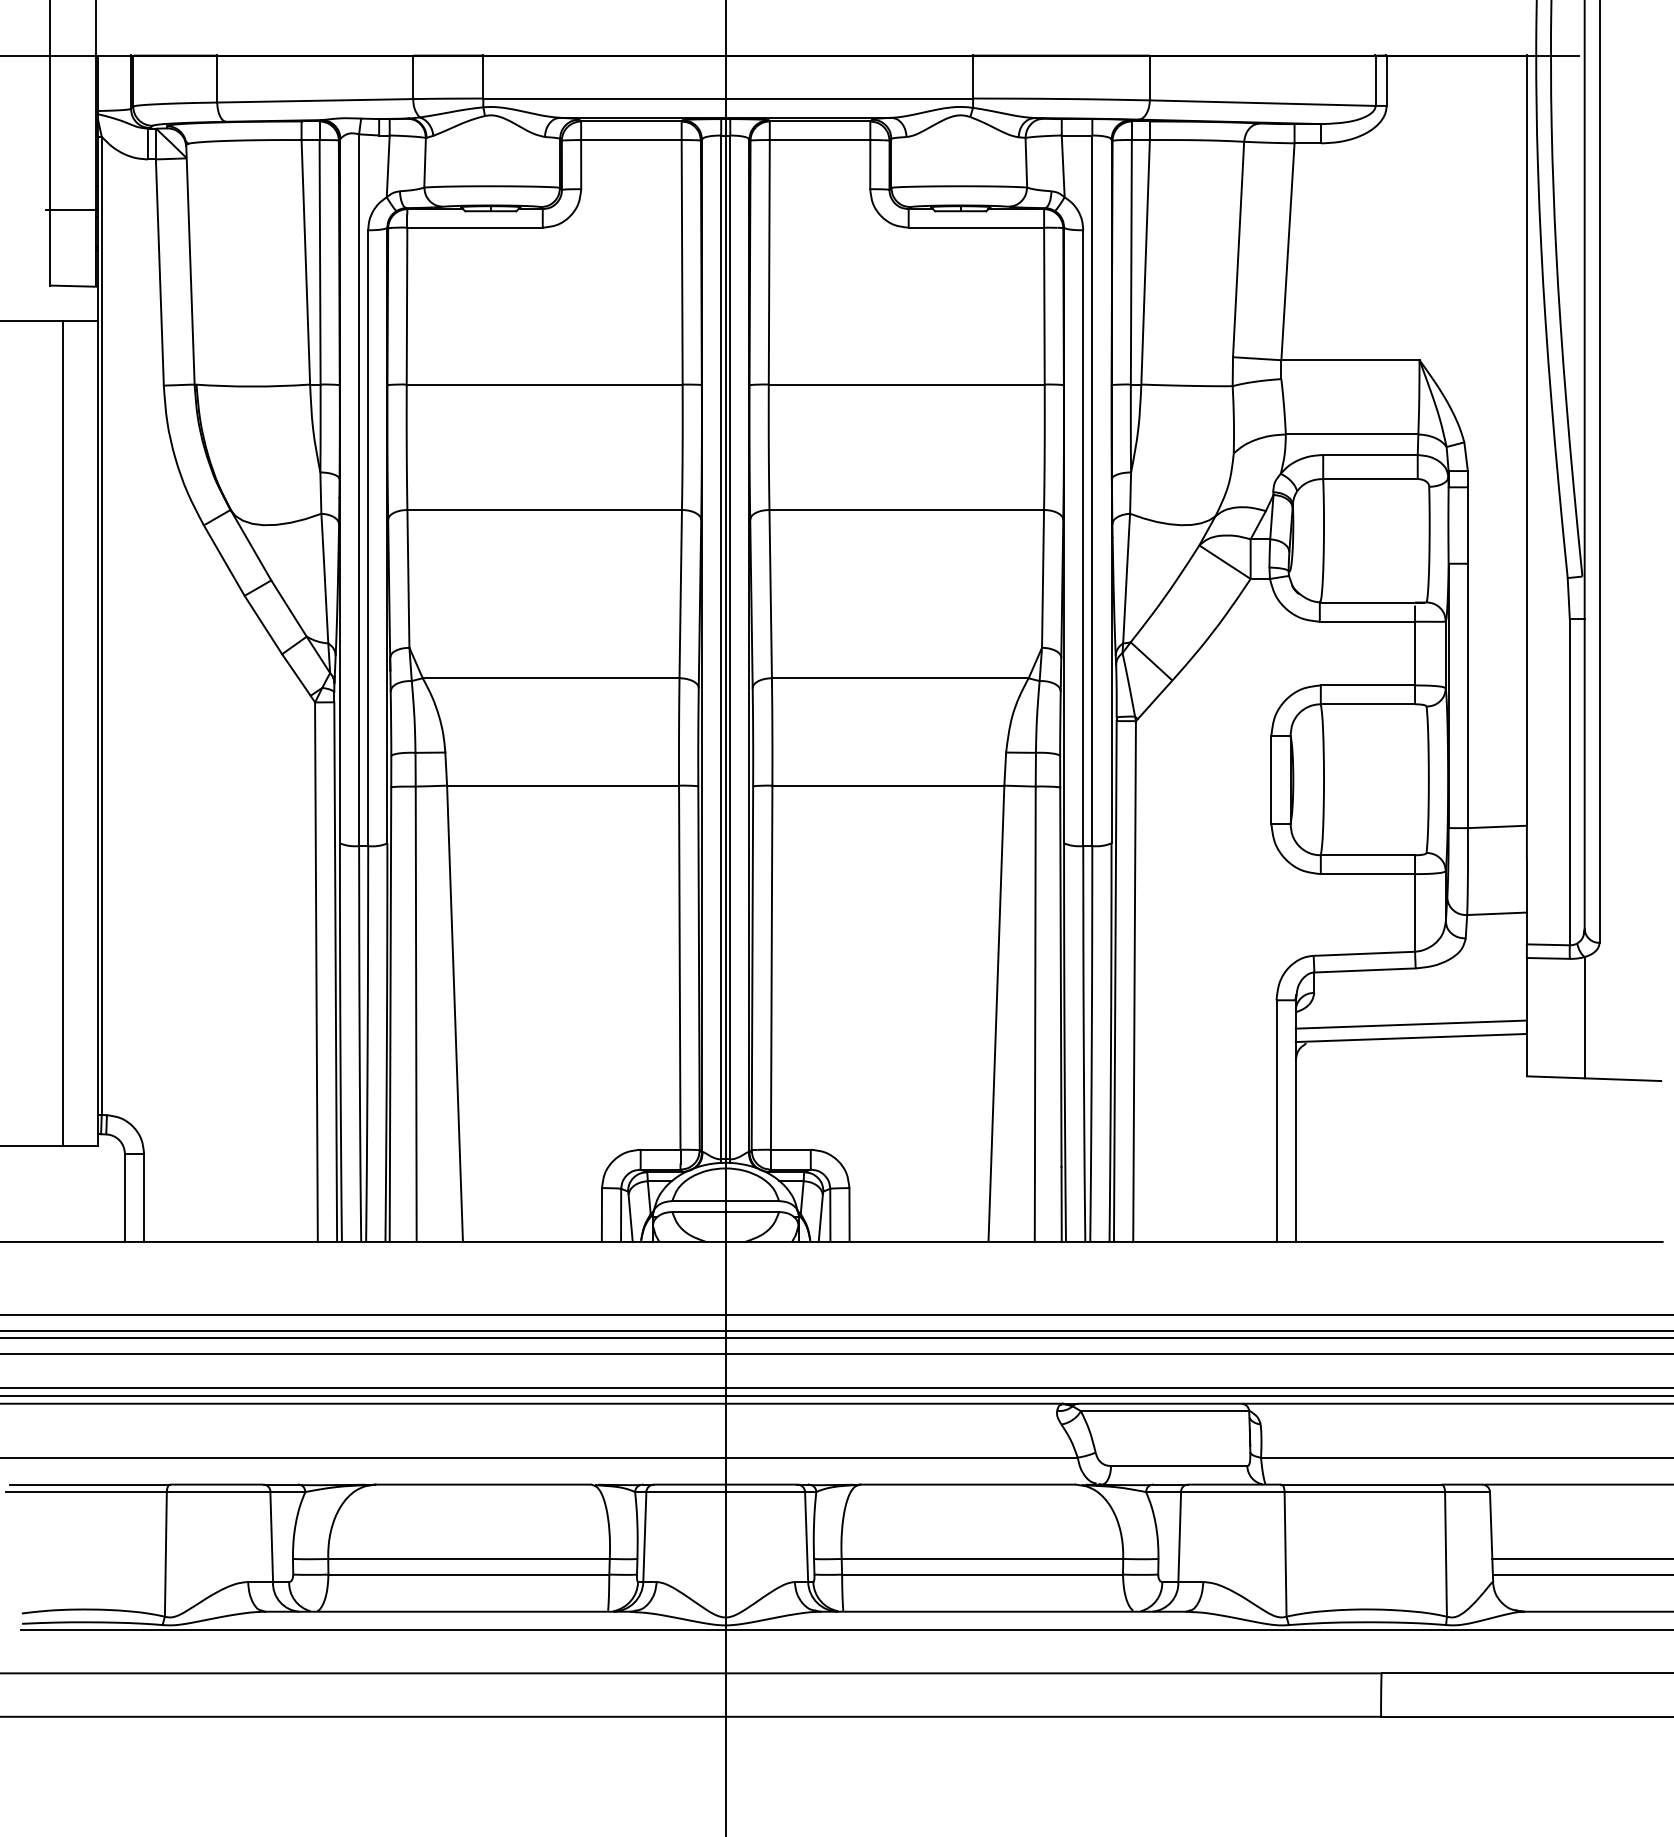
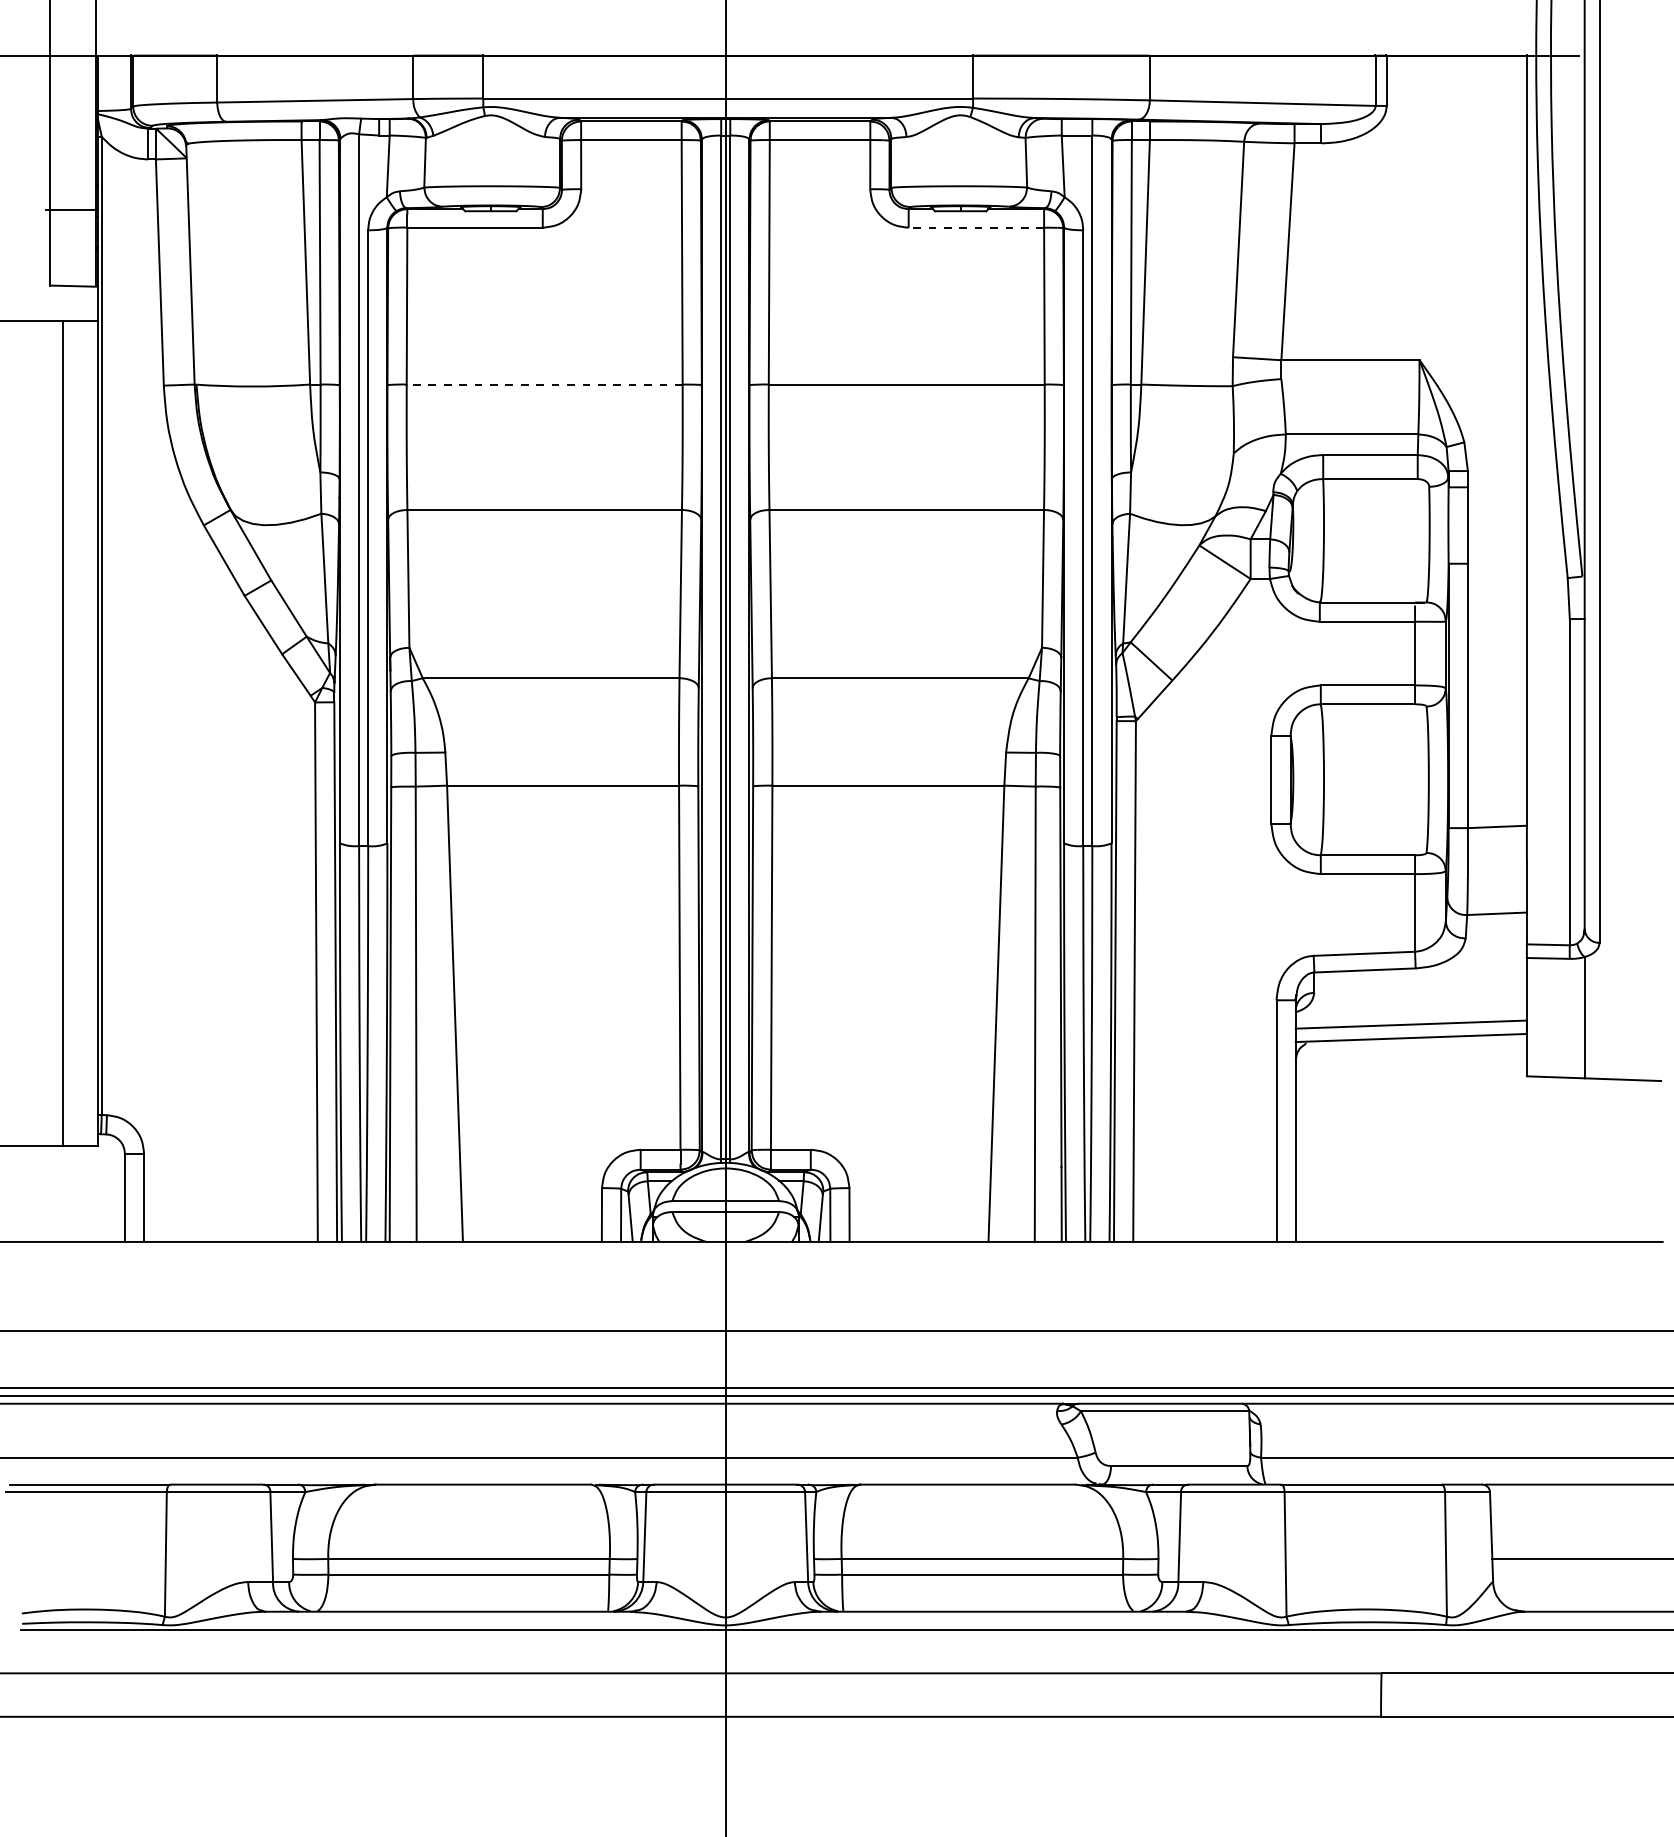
line at (976, 227): solid -> dashed
line at (544, 384): solid -> dashed
line at (836, 1315): present -> none
line at (836, 1338): present -> none
line at (836, 1353): present -> none
line at (1581, 1574): present -> none
